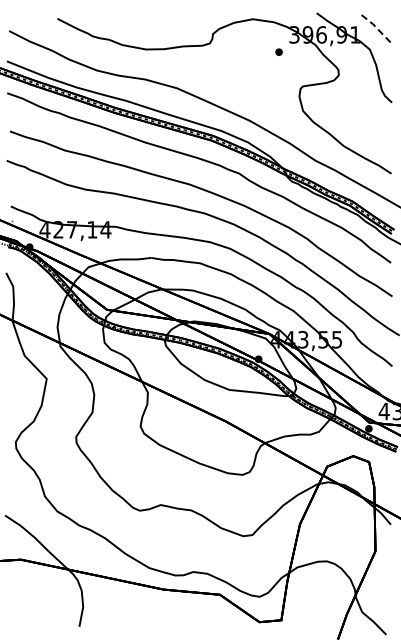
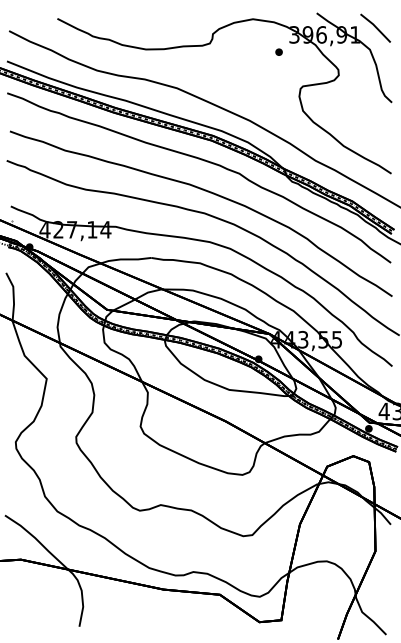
line at (375, 27): dashed -> solid
